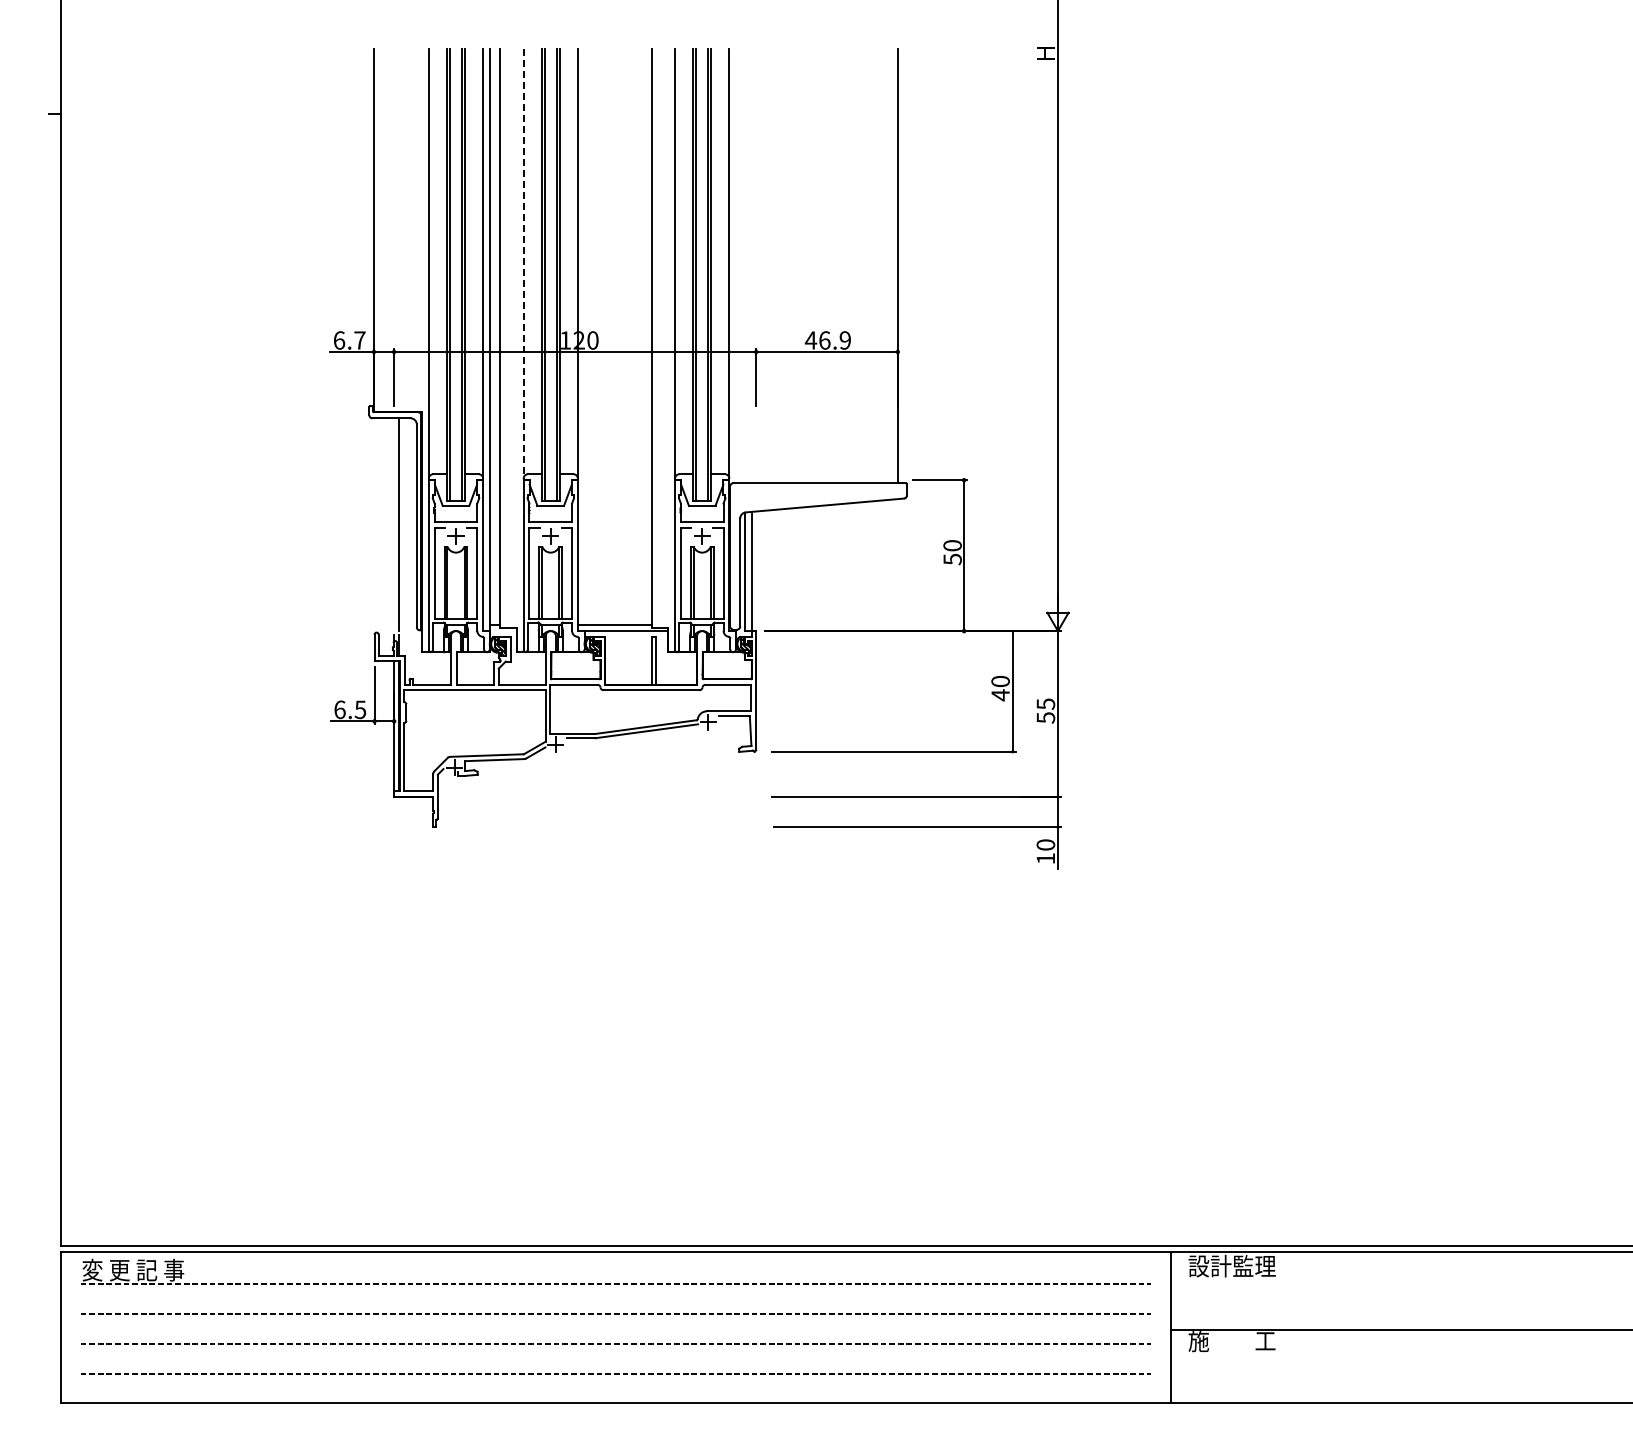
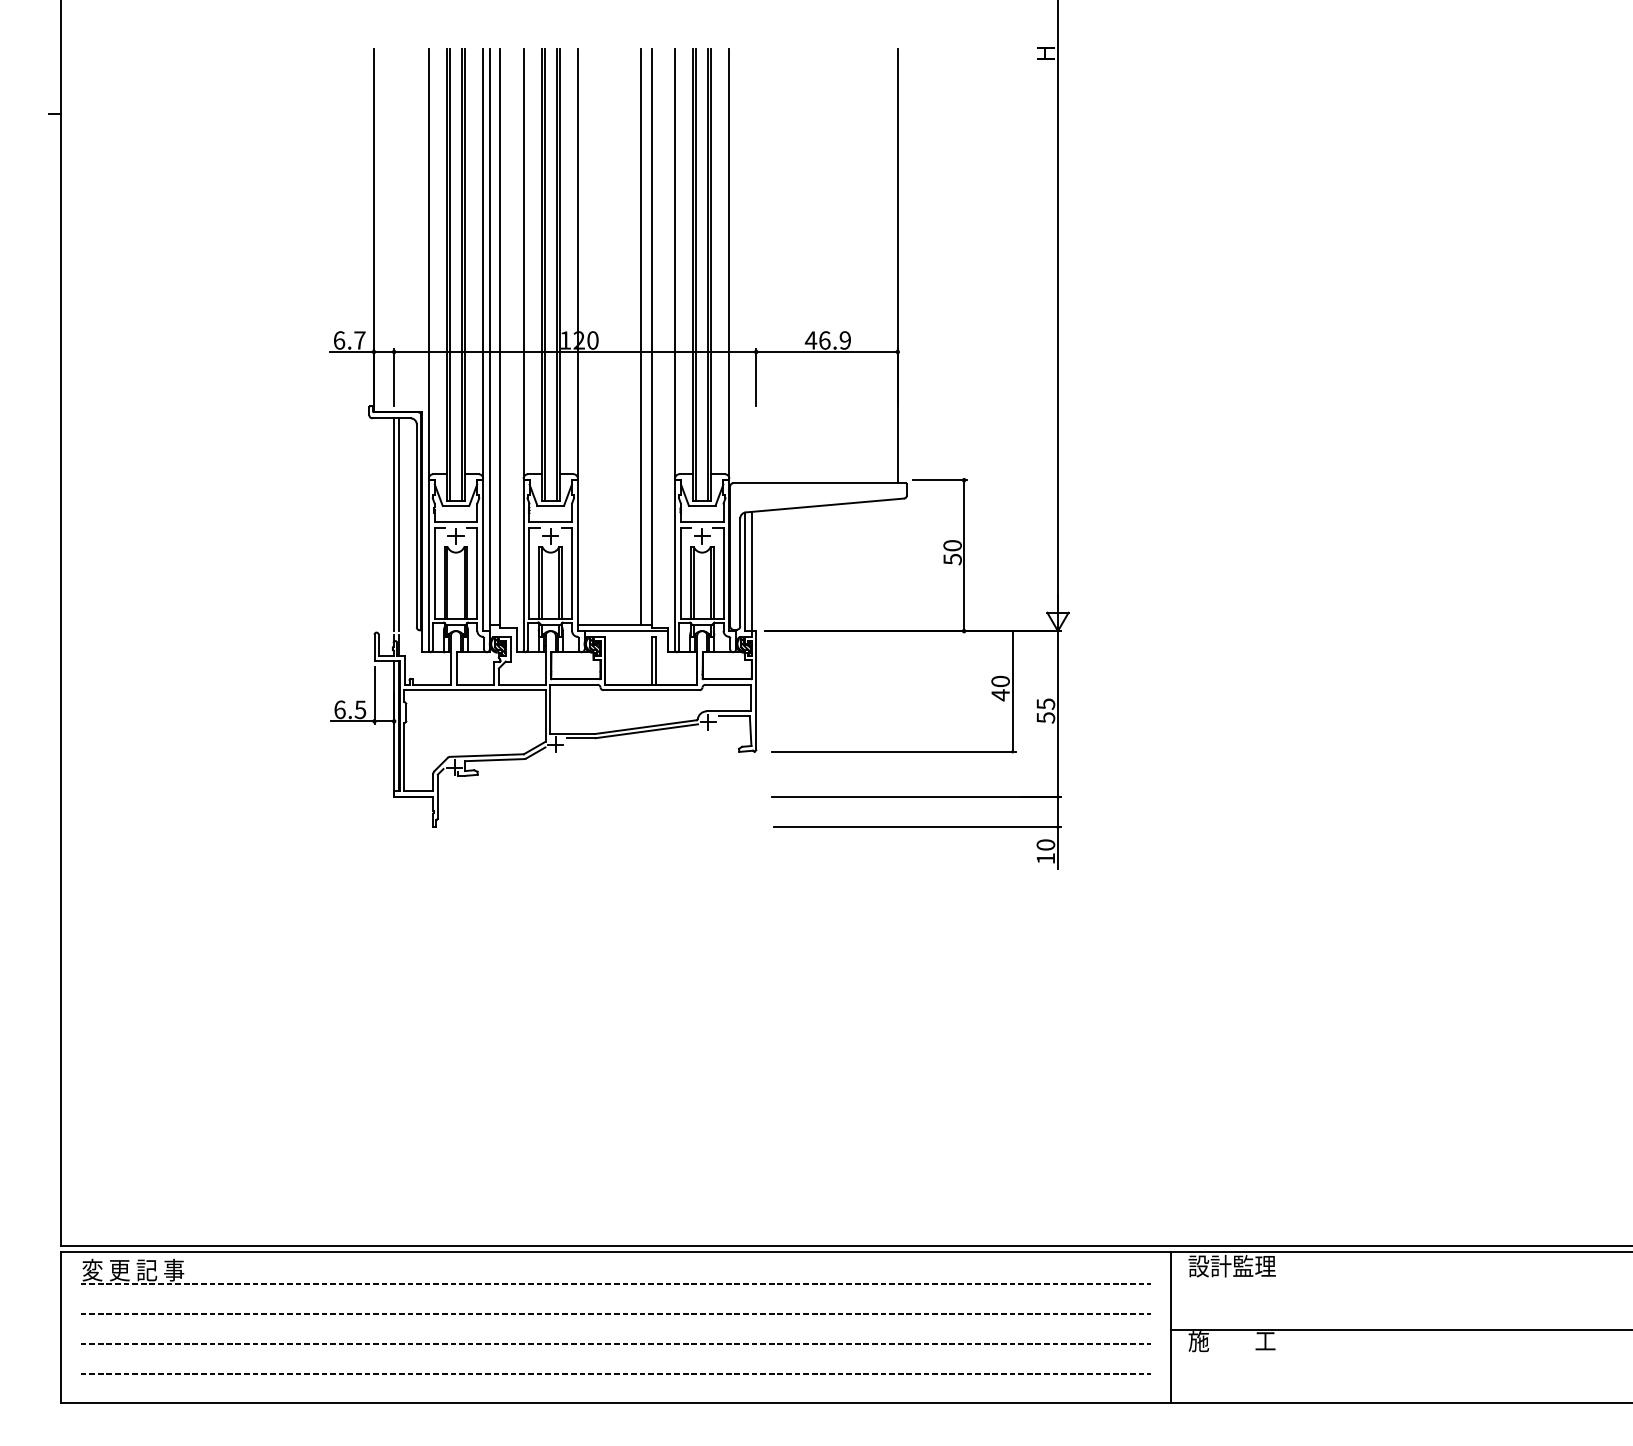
line at (523, 263): dashed -> solid
line at (641, 336): none -> present
line at (394, 524): none -> present
